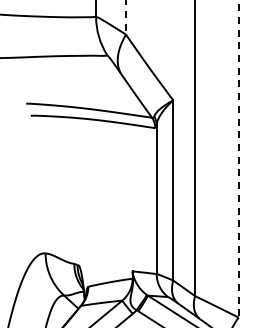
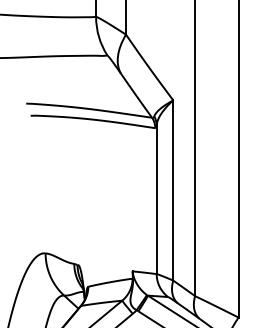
line at (126, 17): dashed -> solid
line at (238, 159): dashed -> solid
